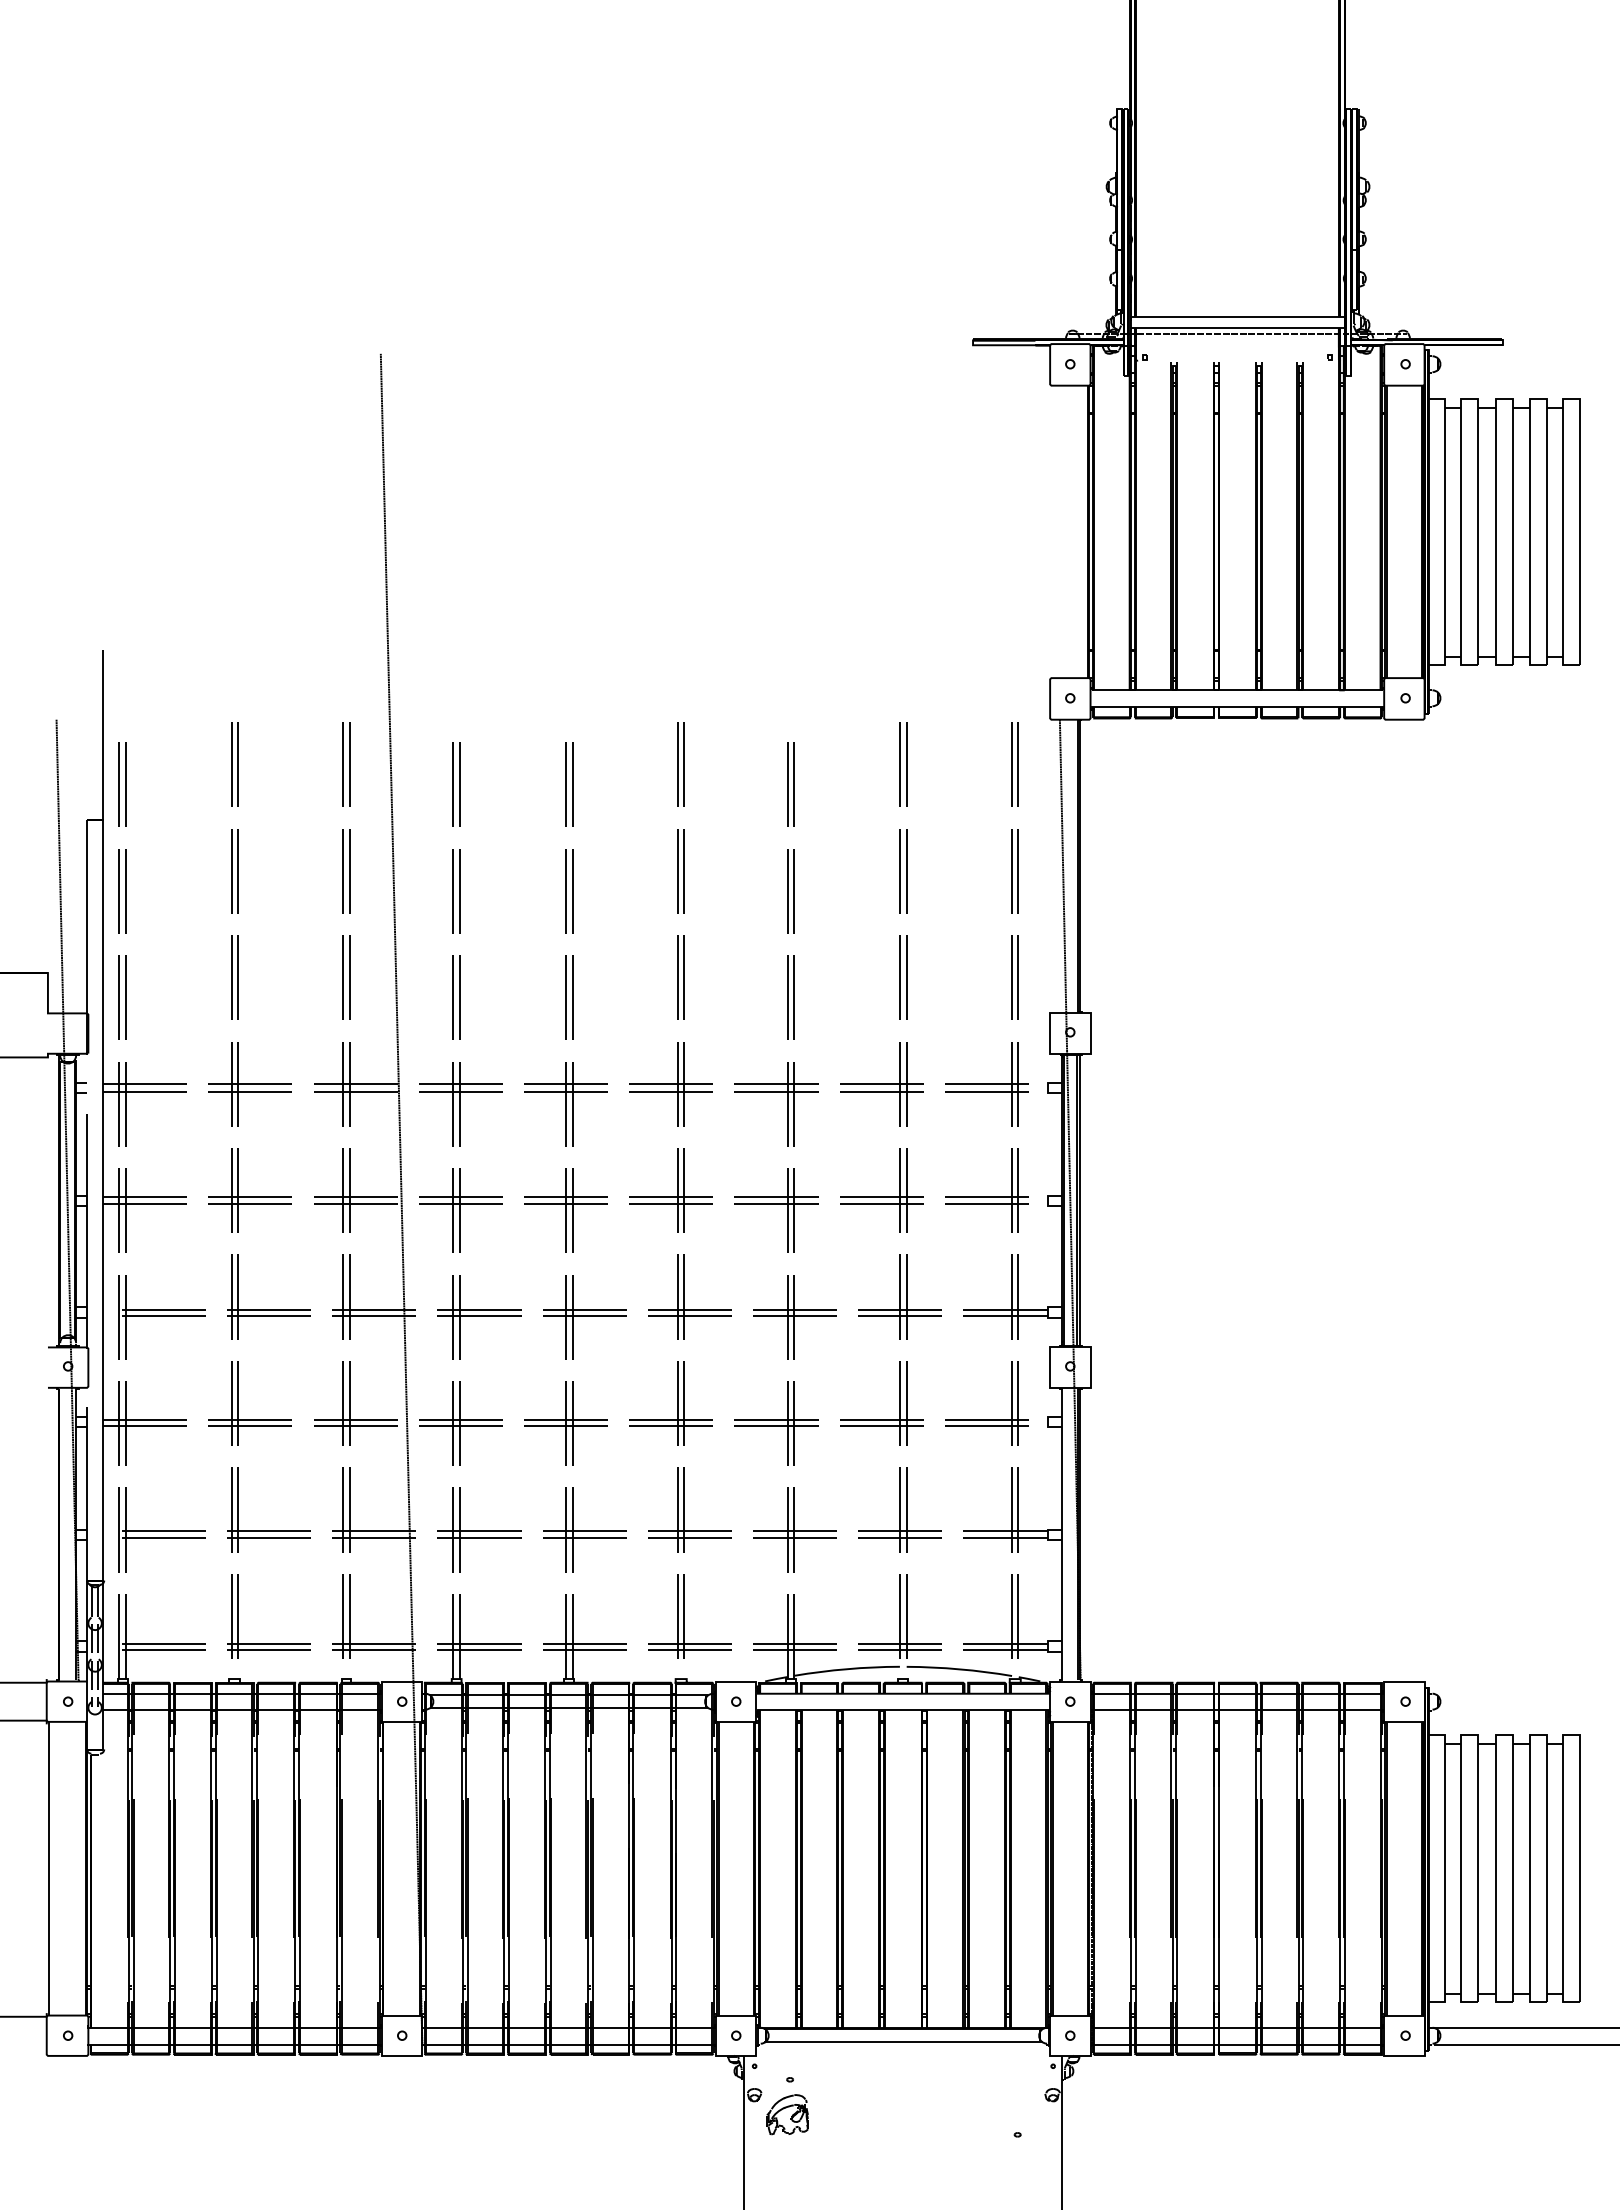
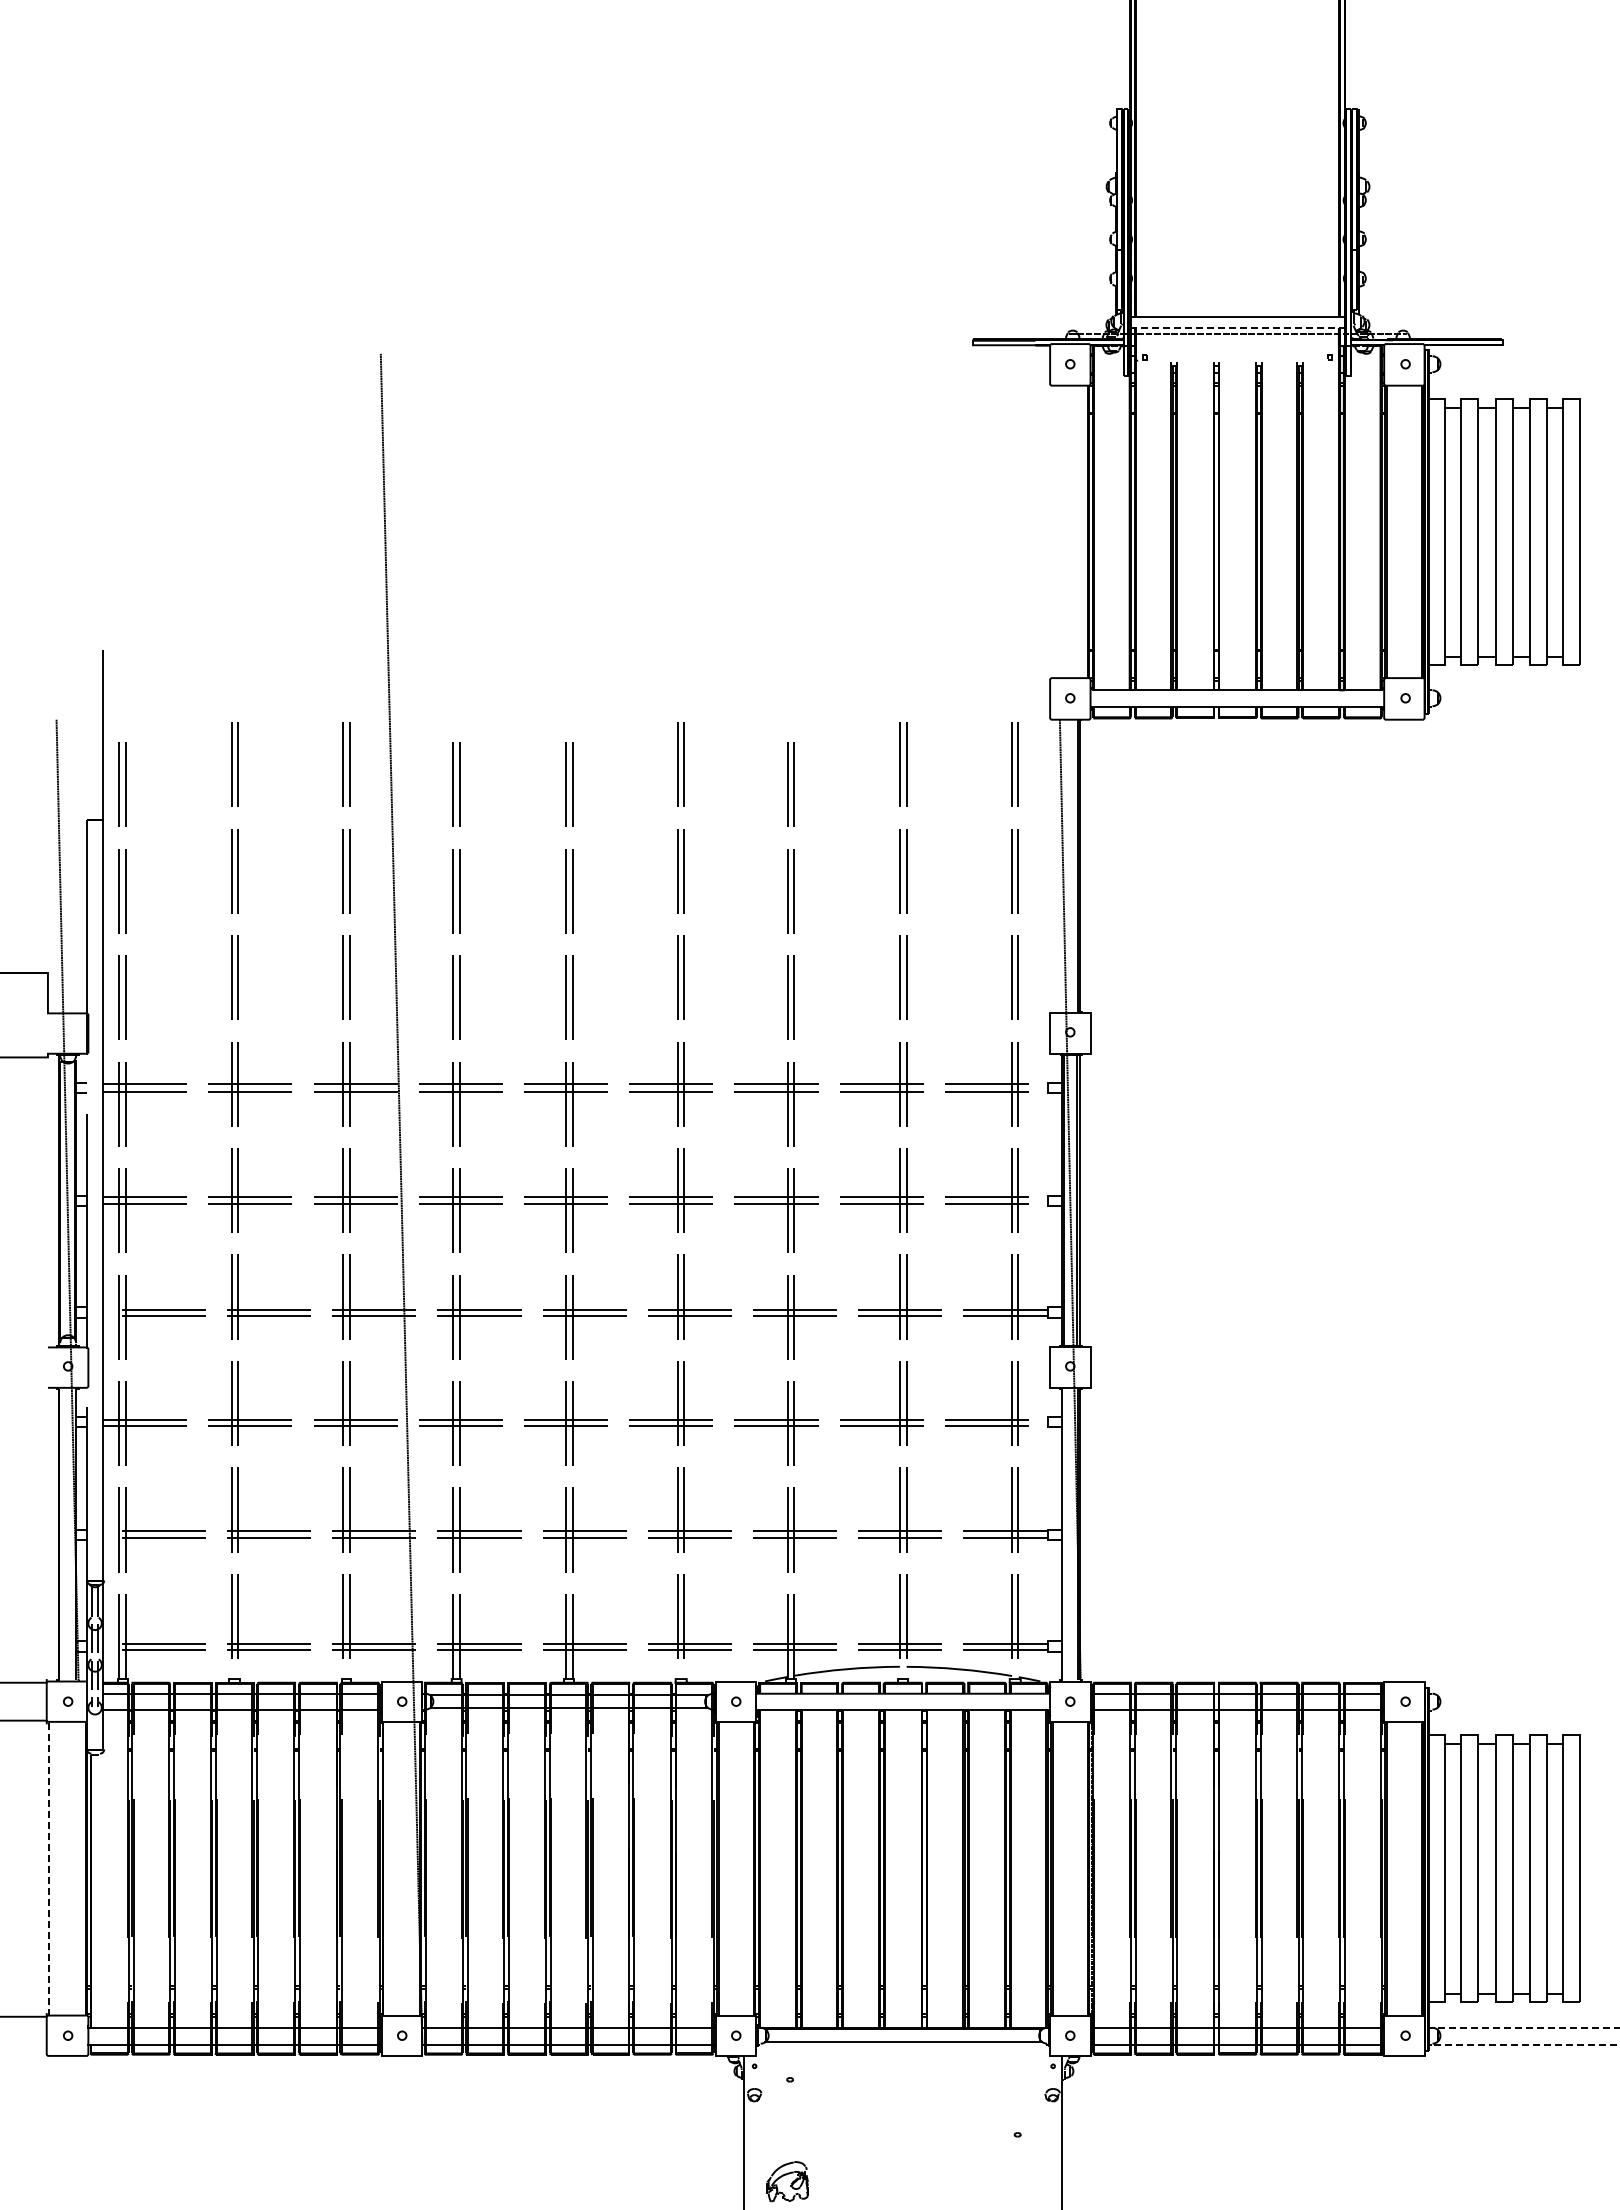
line at (1237, 328): solid -> dashed
line at (49, 1868): solid -> dashed
line at (1522, 2027): solid -> dashed
line at (1527, 2044): solid -> dashed
part at (787, 2114) position: (787, 2114) -> (787, 2181)
